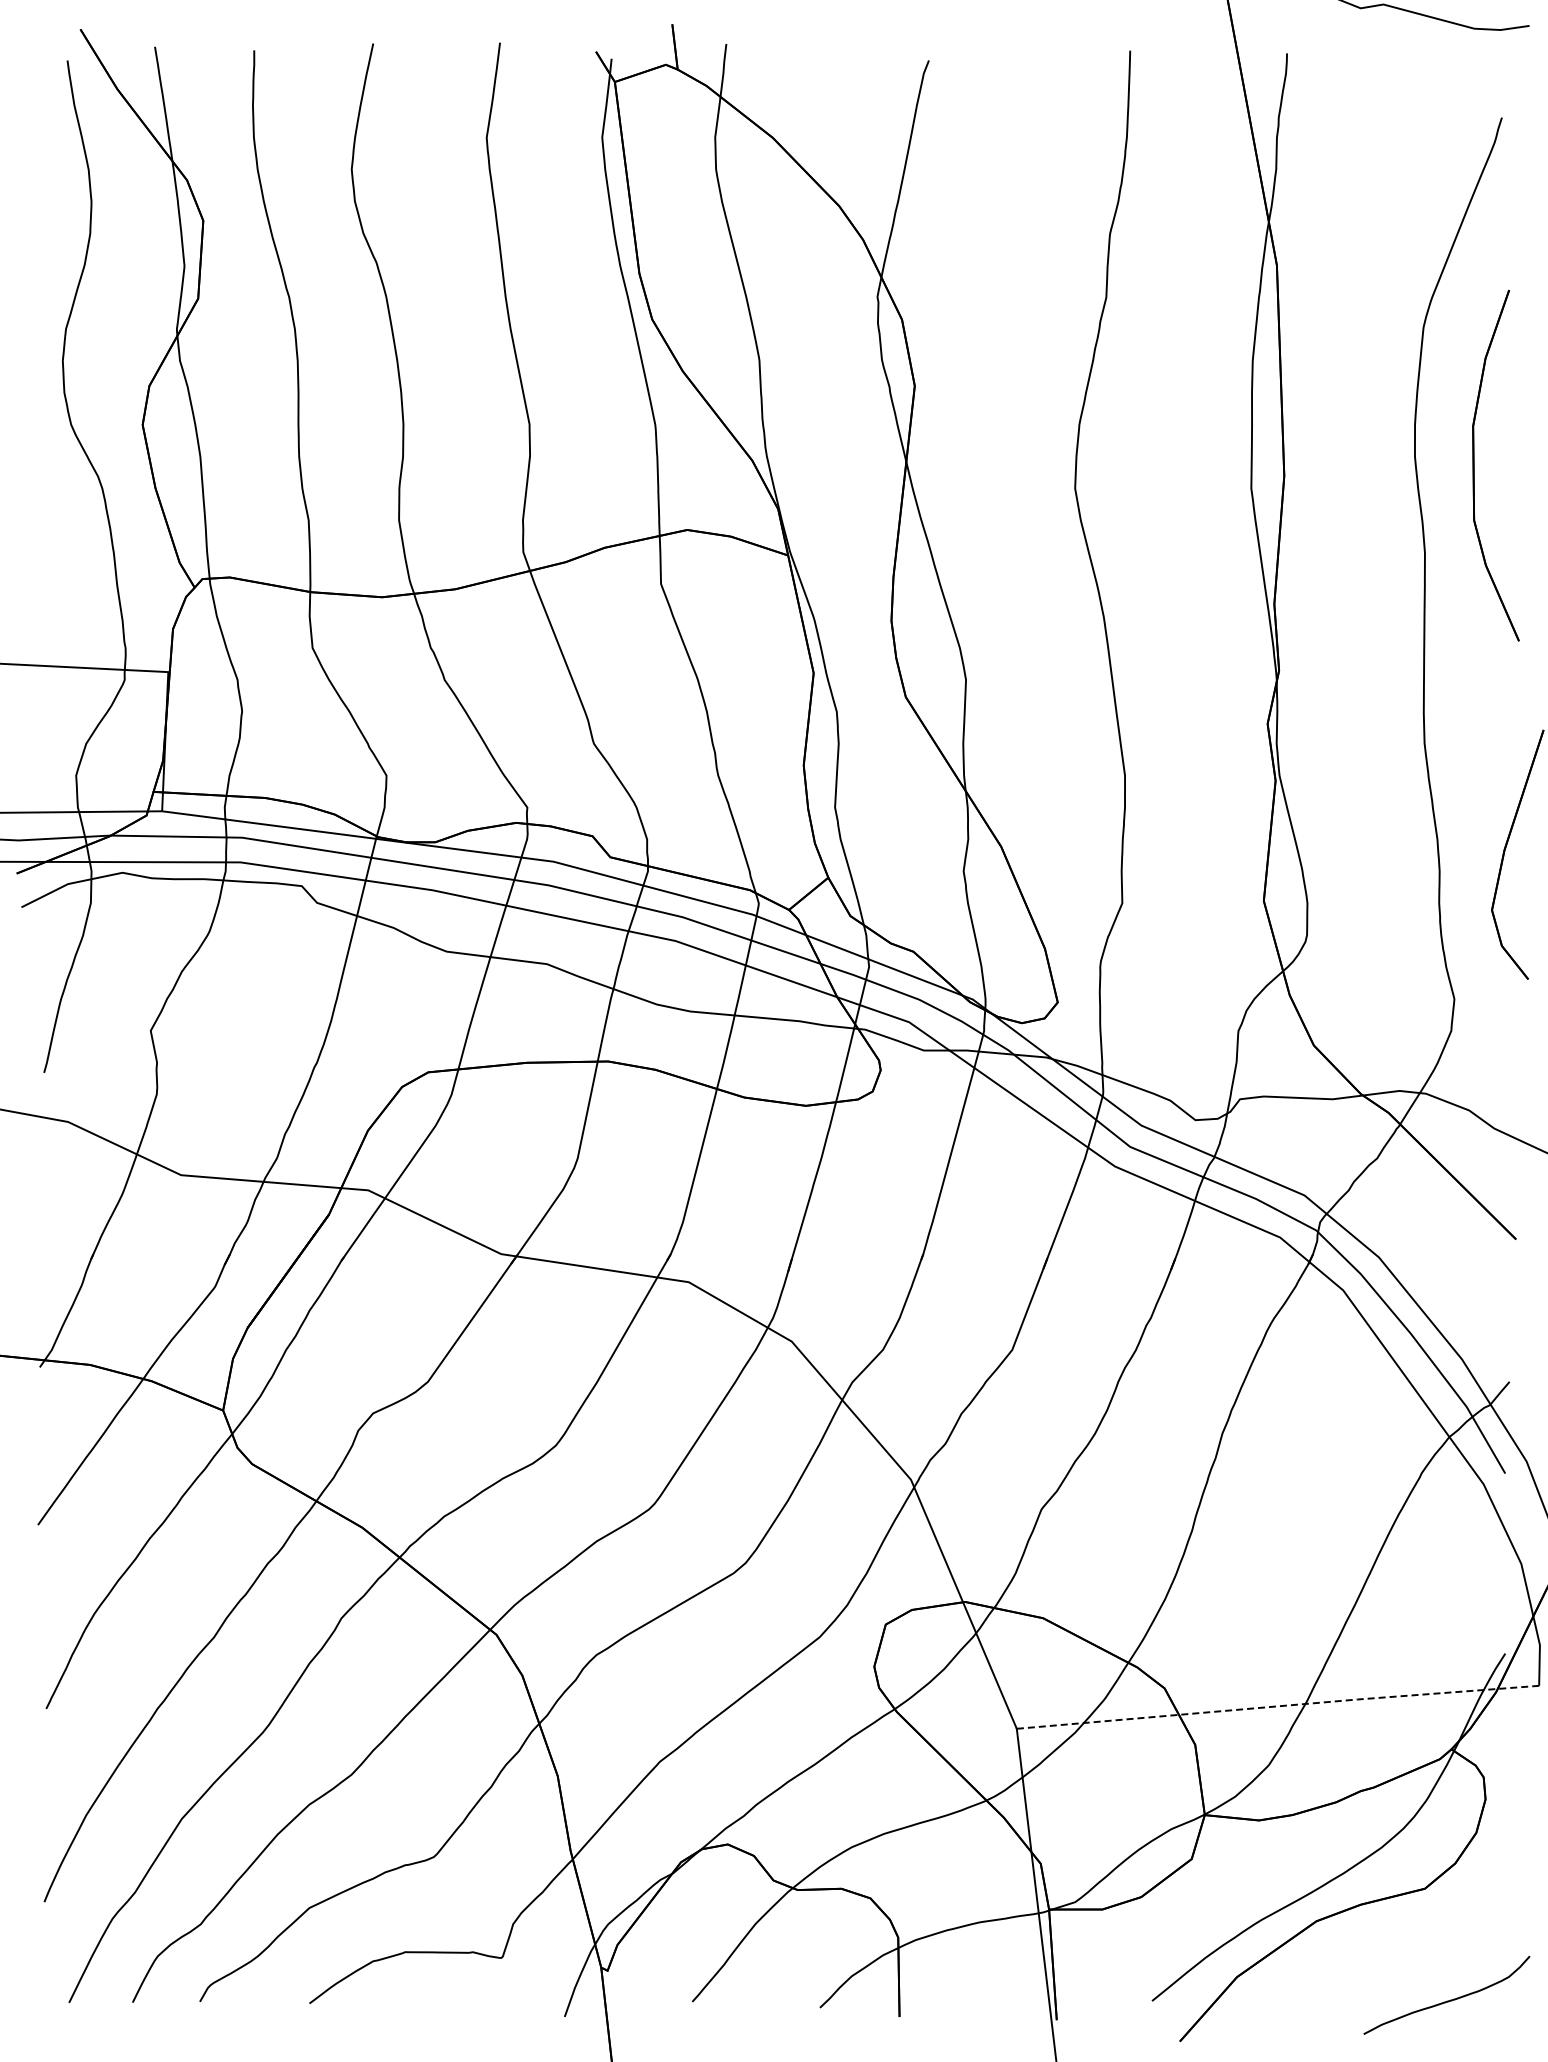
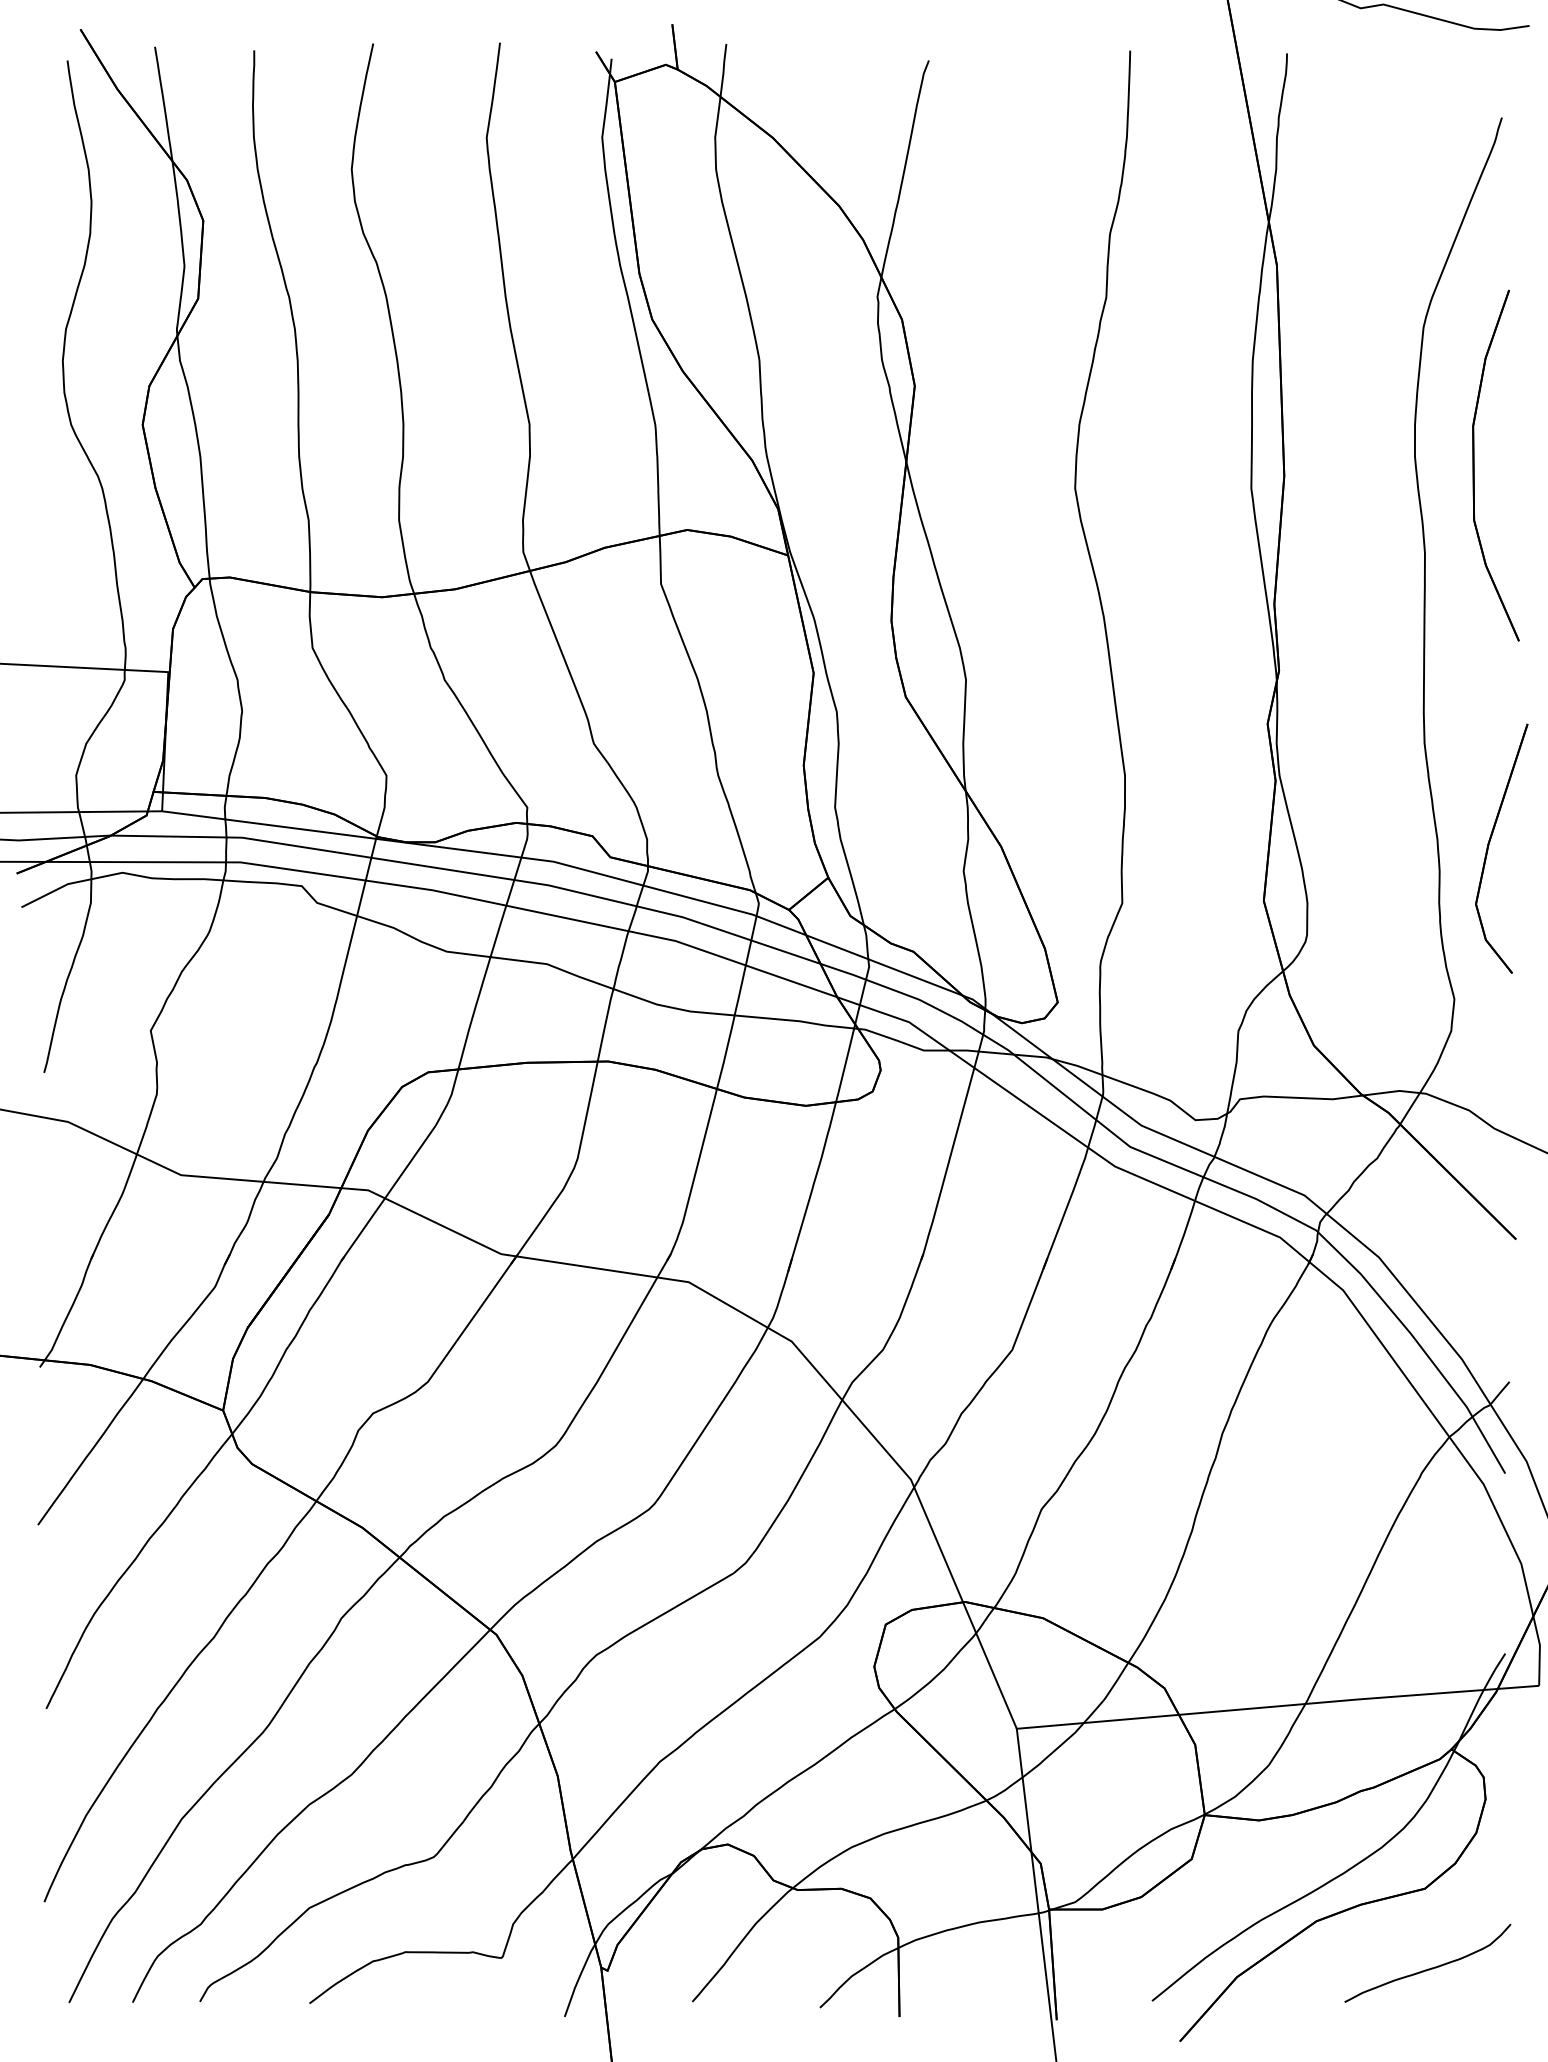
part at (1505, 851) position: (1505, 851) -> (1489, 845)
line at (1278, 1706): dashed -> solid
curve at (1447, 2000) position: (1447, 2000) -> (1428, 1968)
